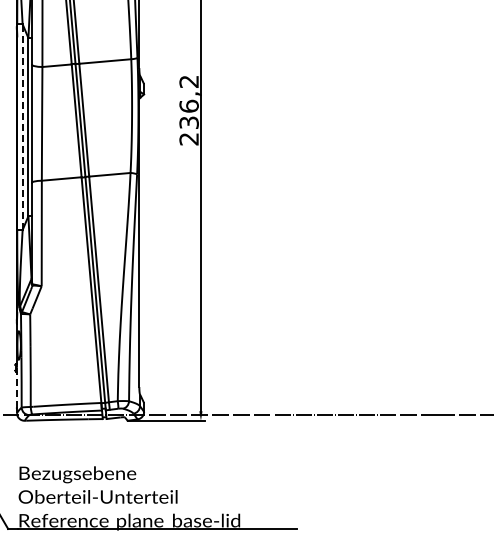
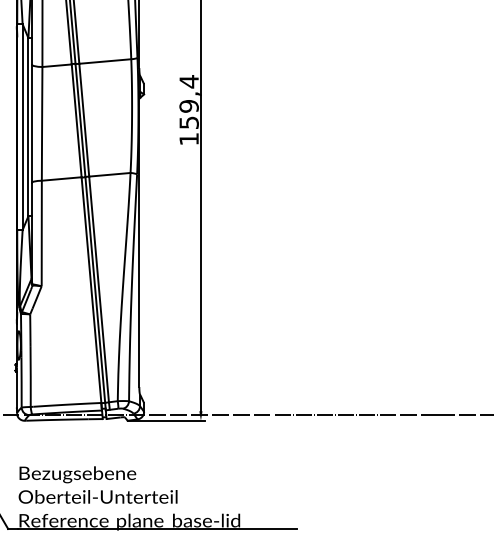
text at (188, 110): 236,2 -> 159,4
line at (22, 127): dashed -> solid
line at (16, 389): dashed -> solid
